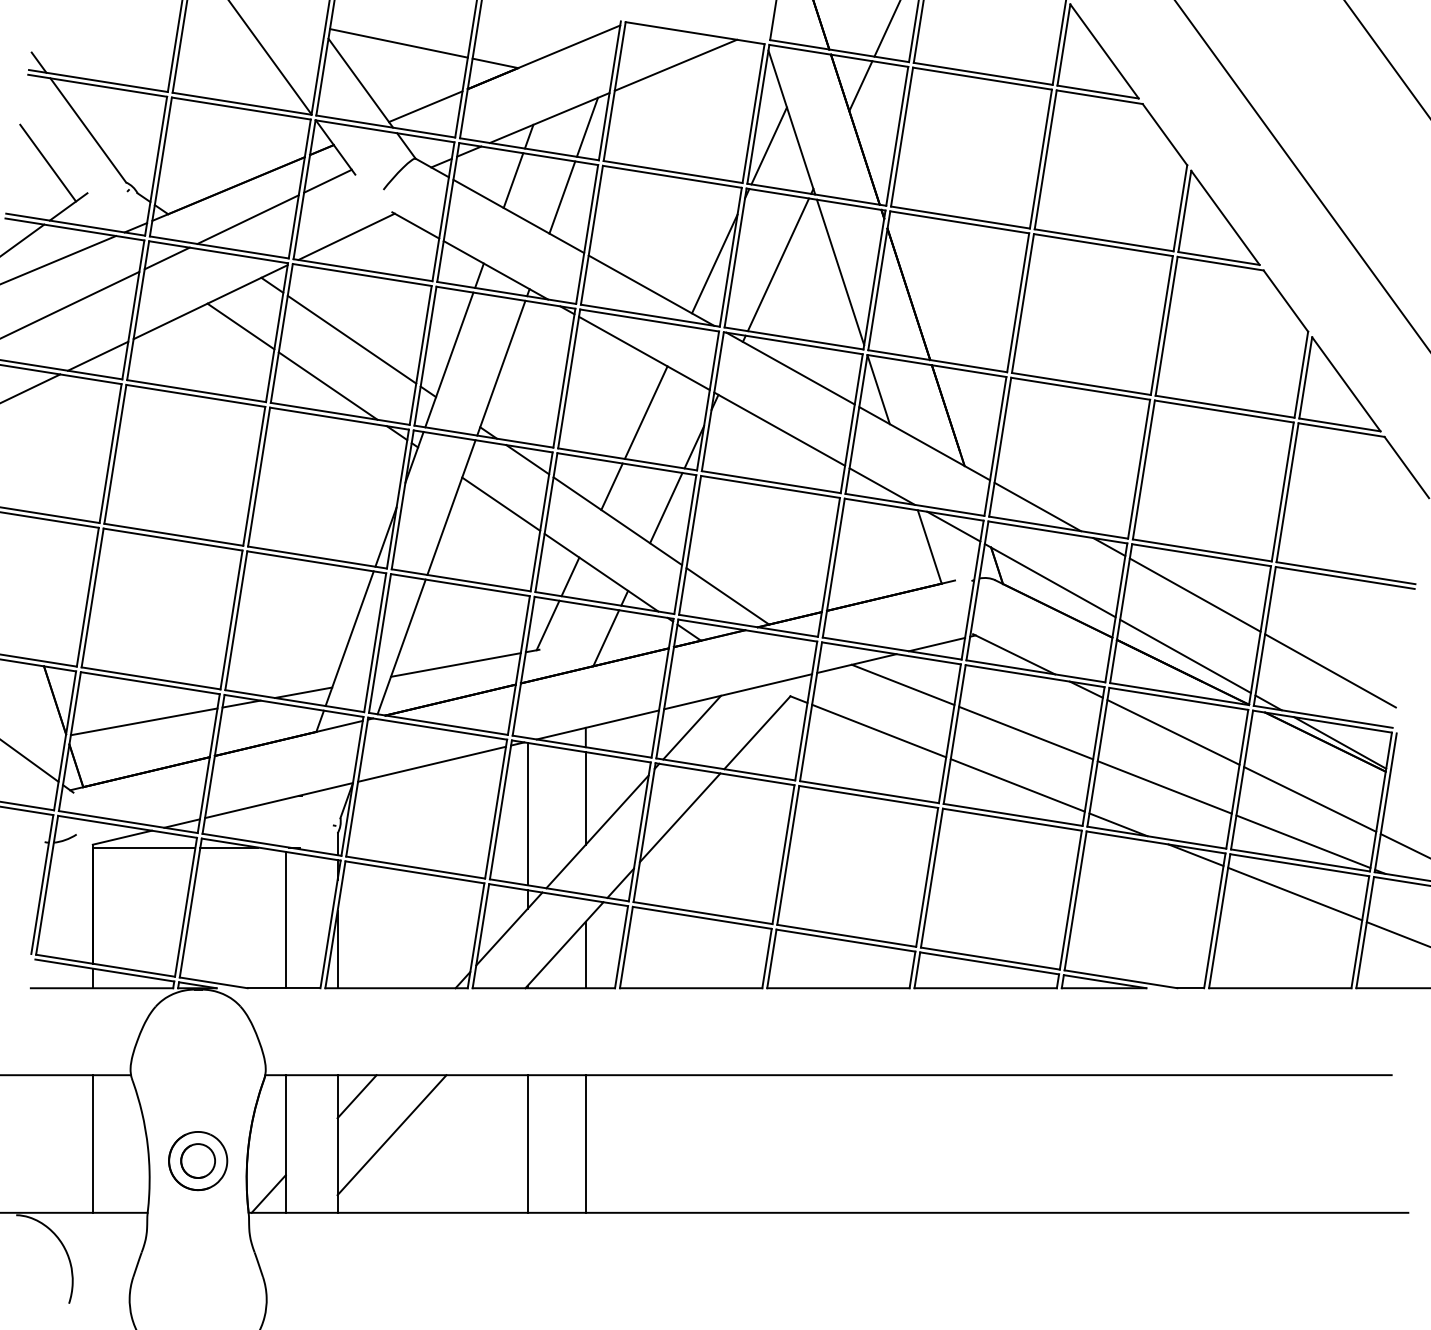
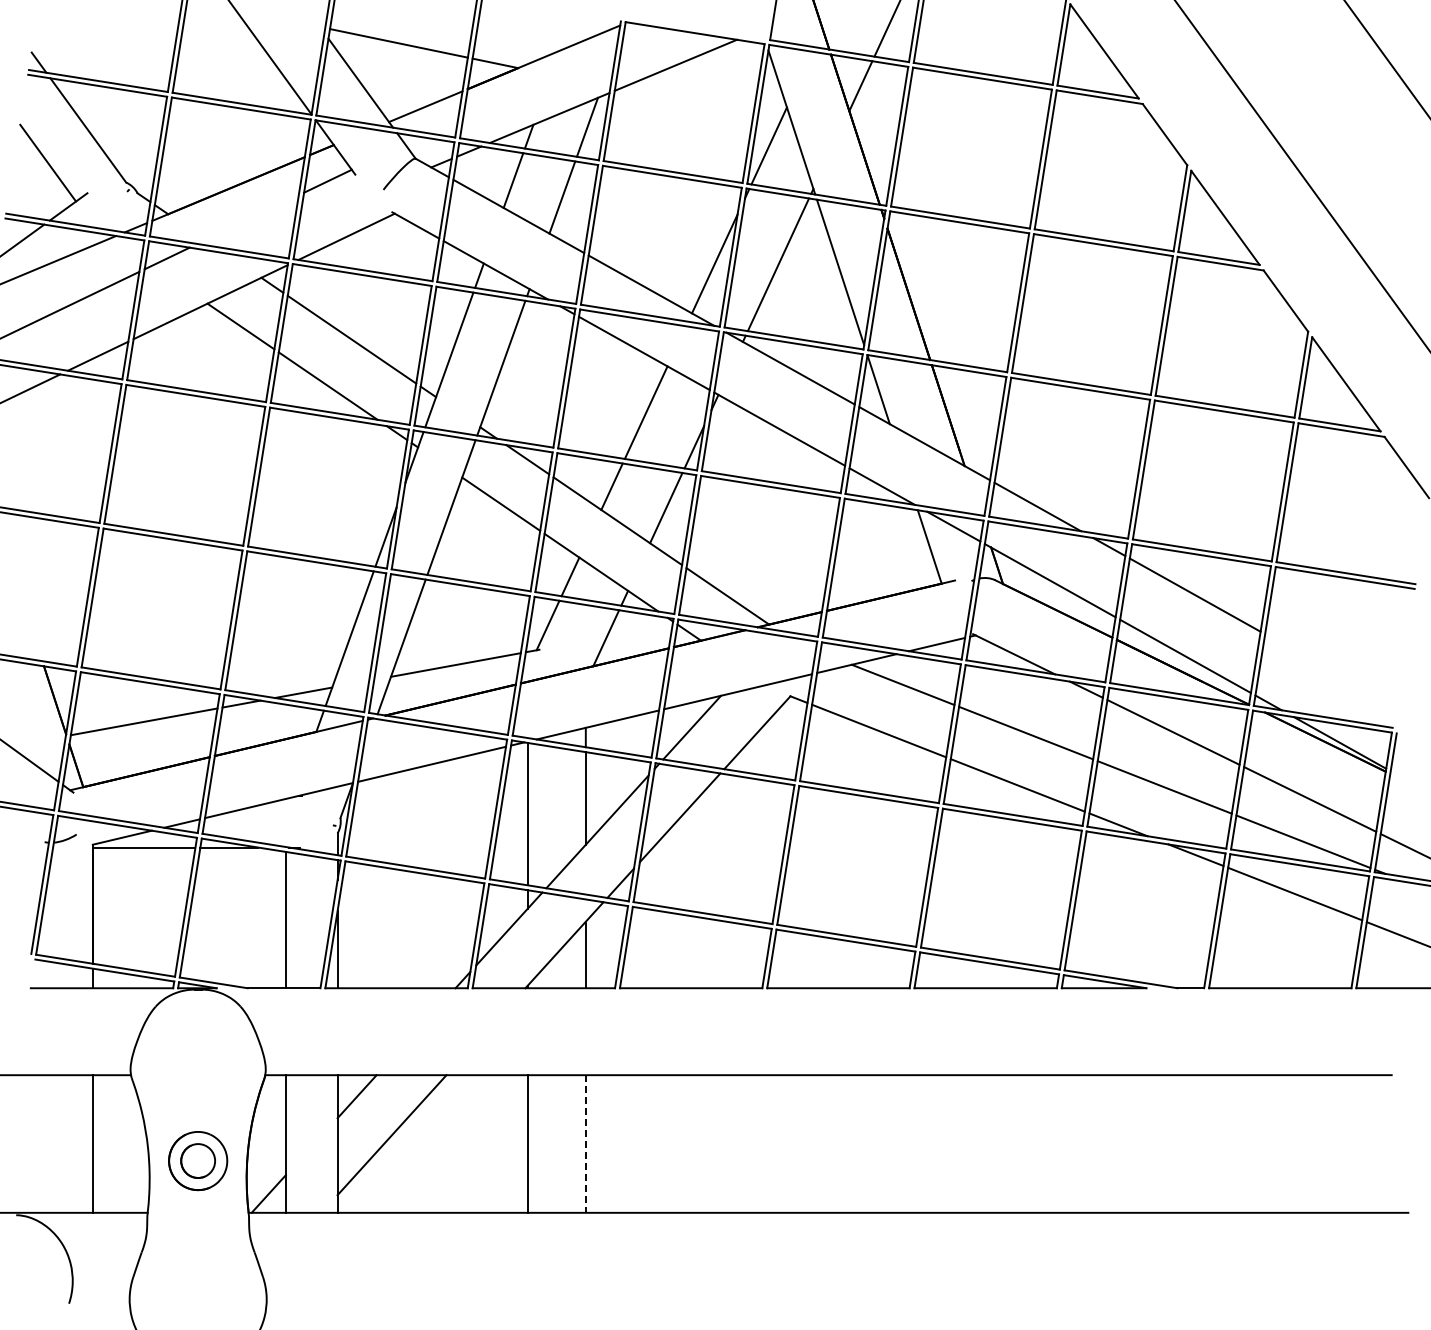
line at (247, 219): present -> none
line at (1330, 670): present -> none
line at (585, 1144): solid -> dashed
